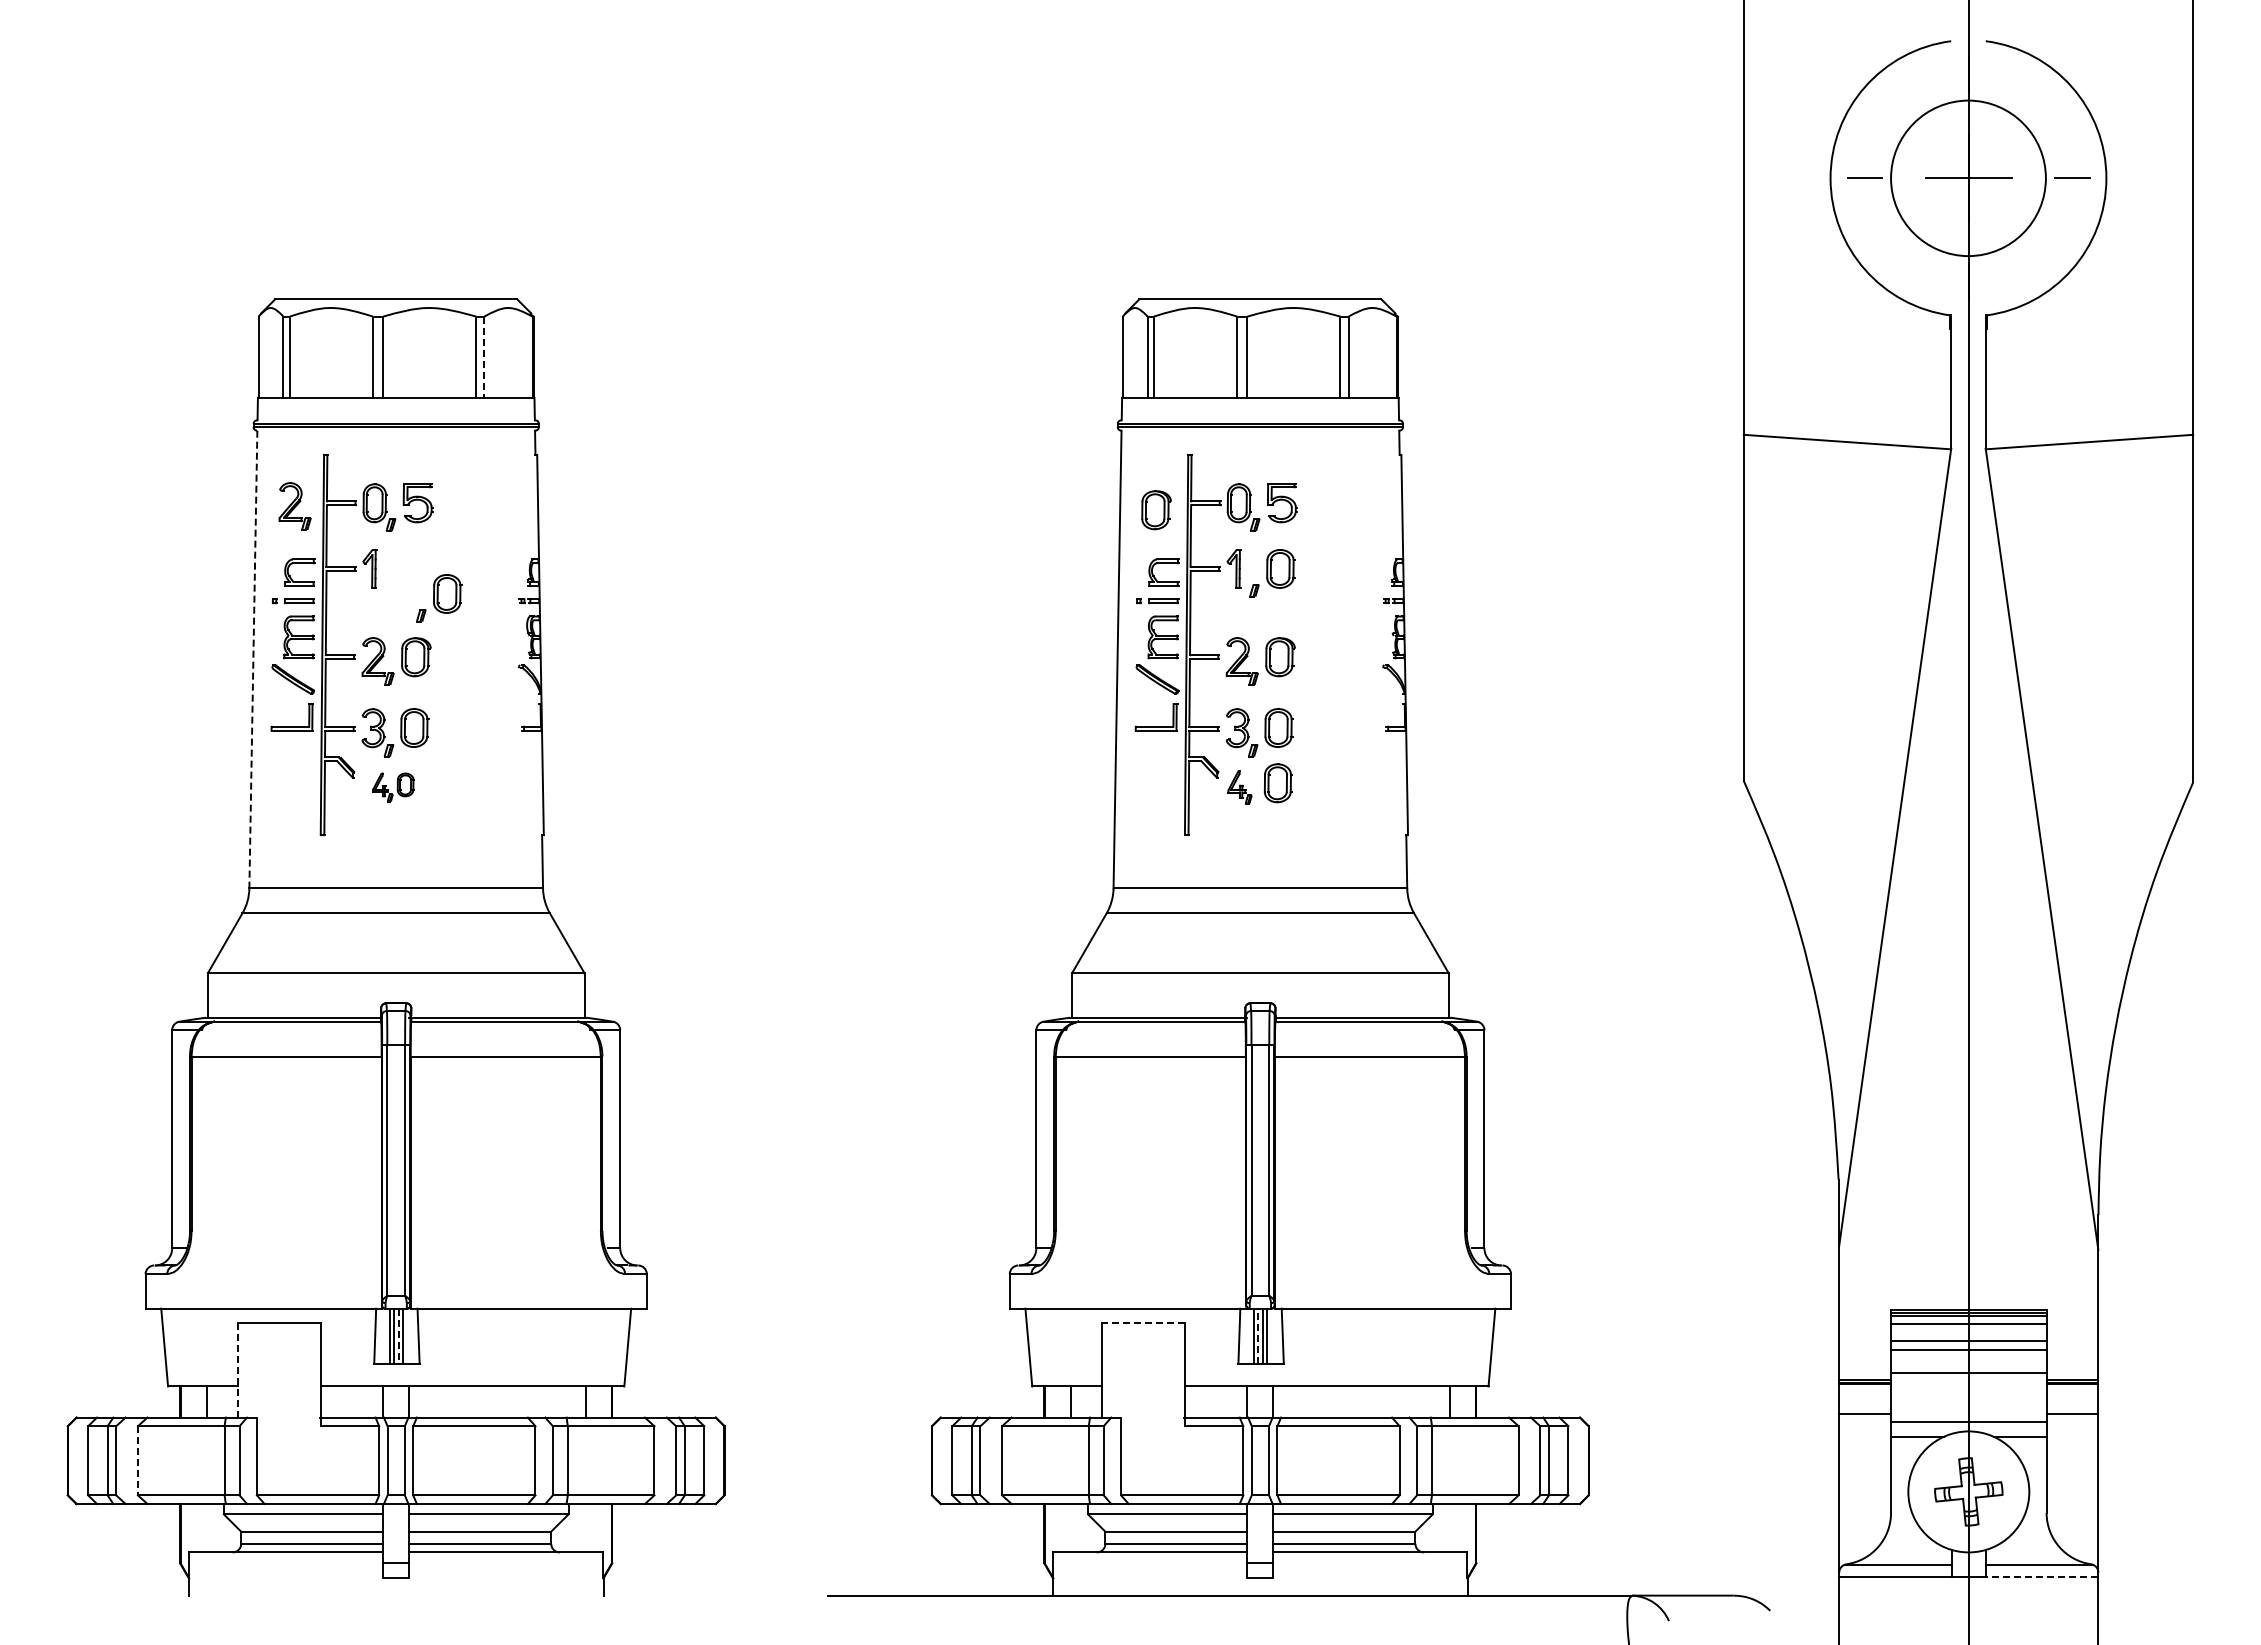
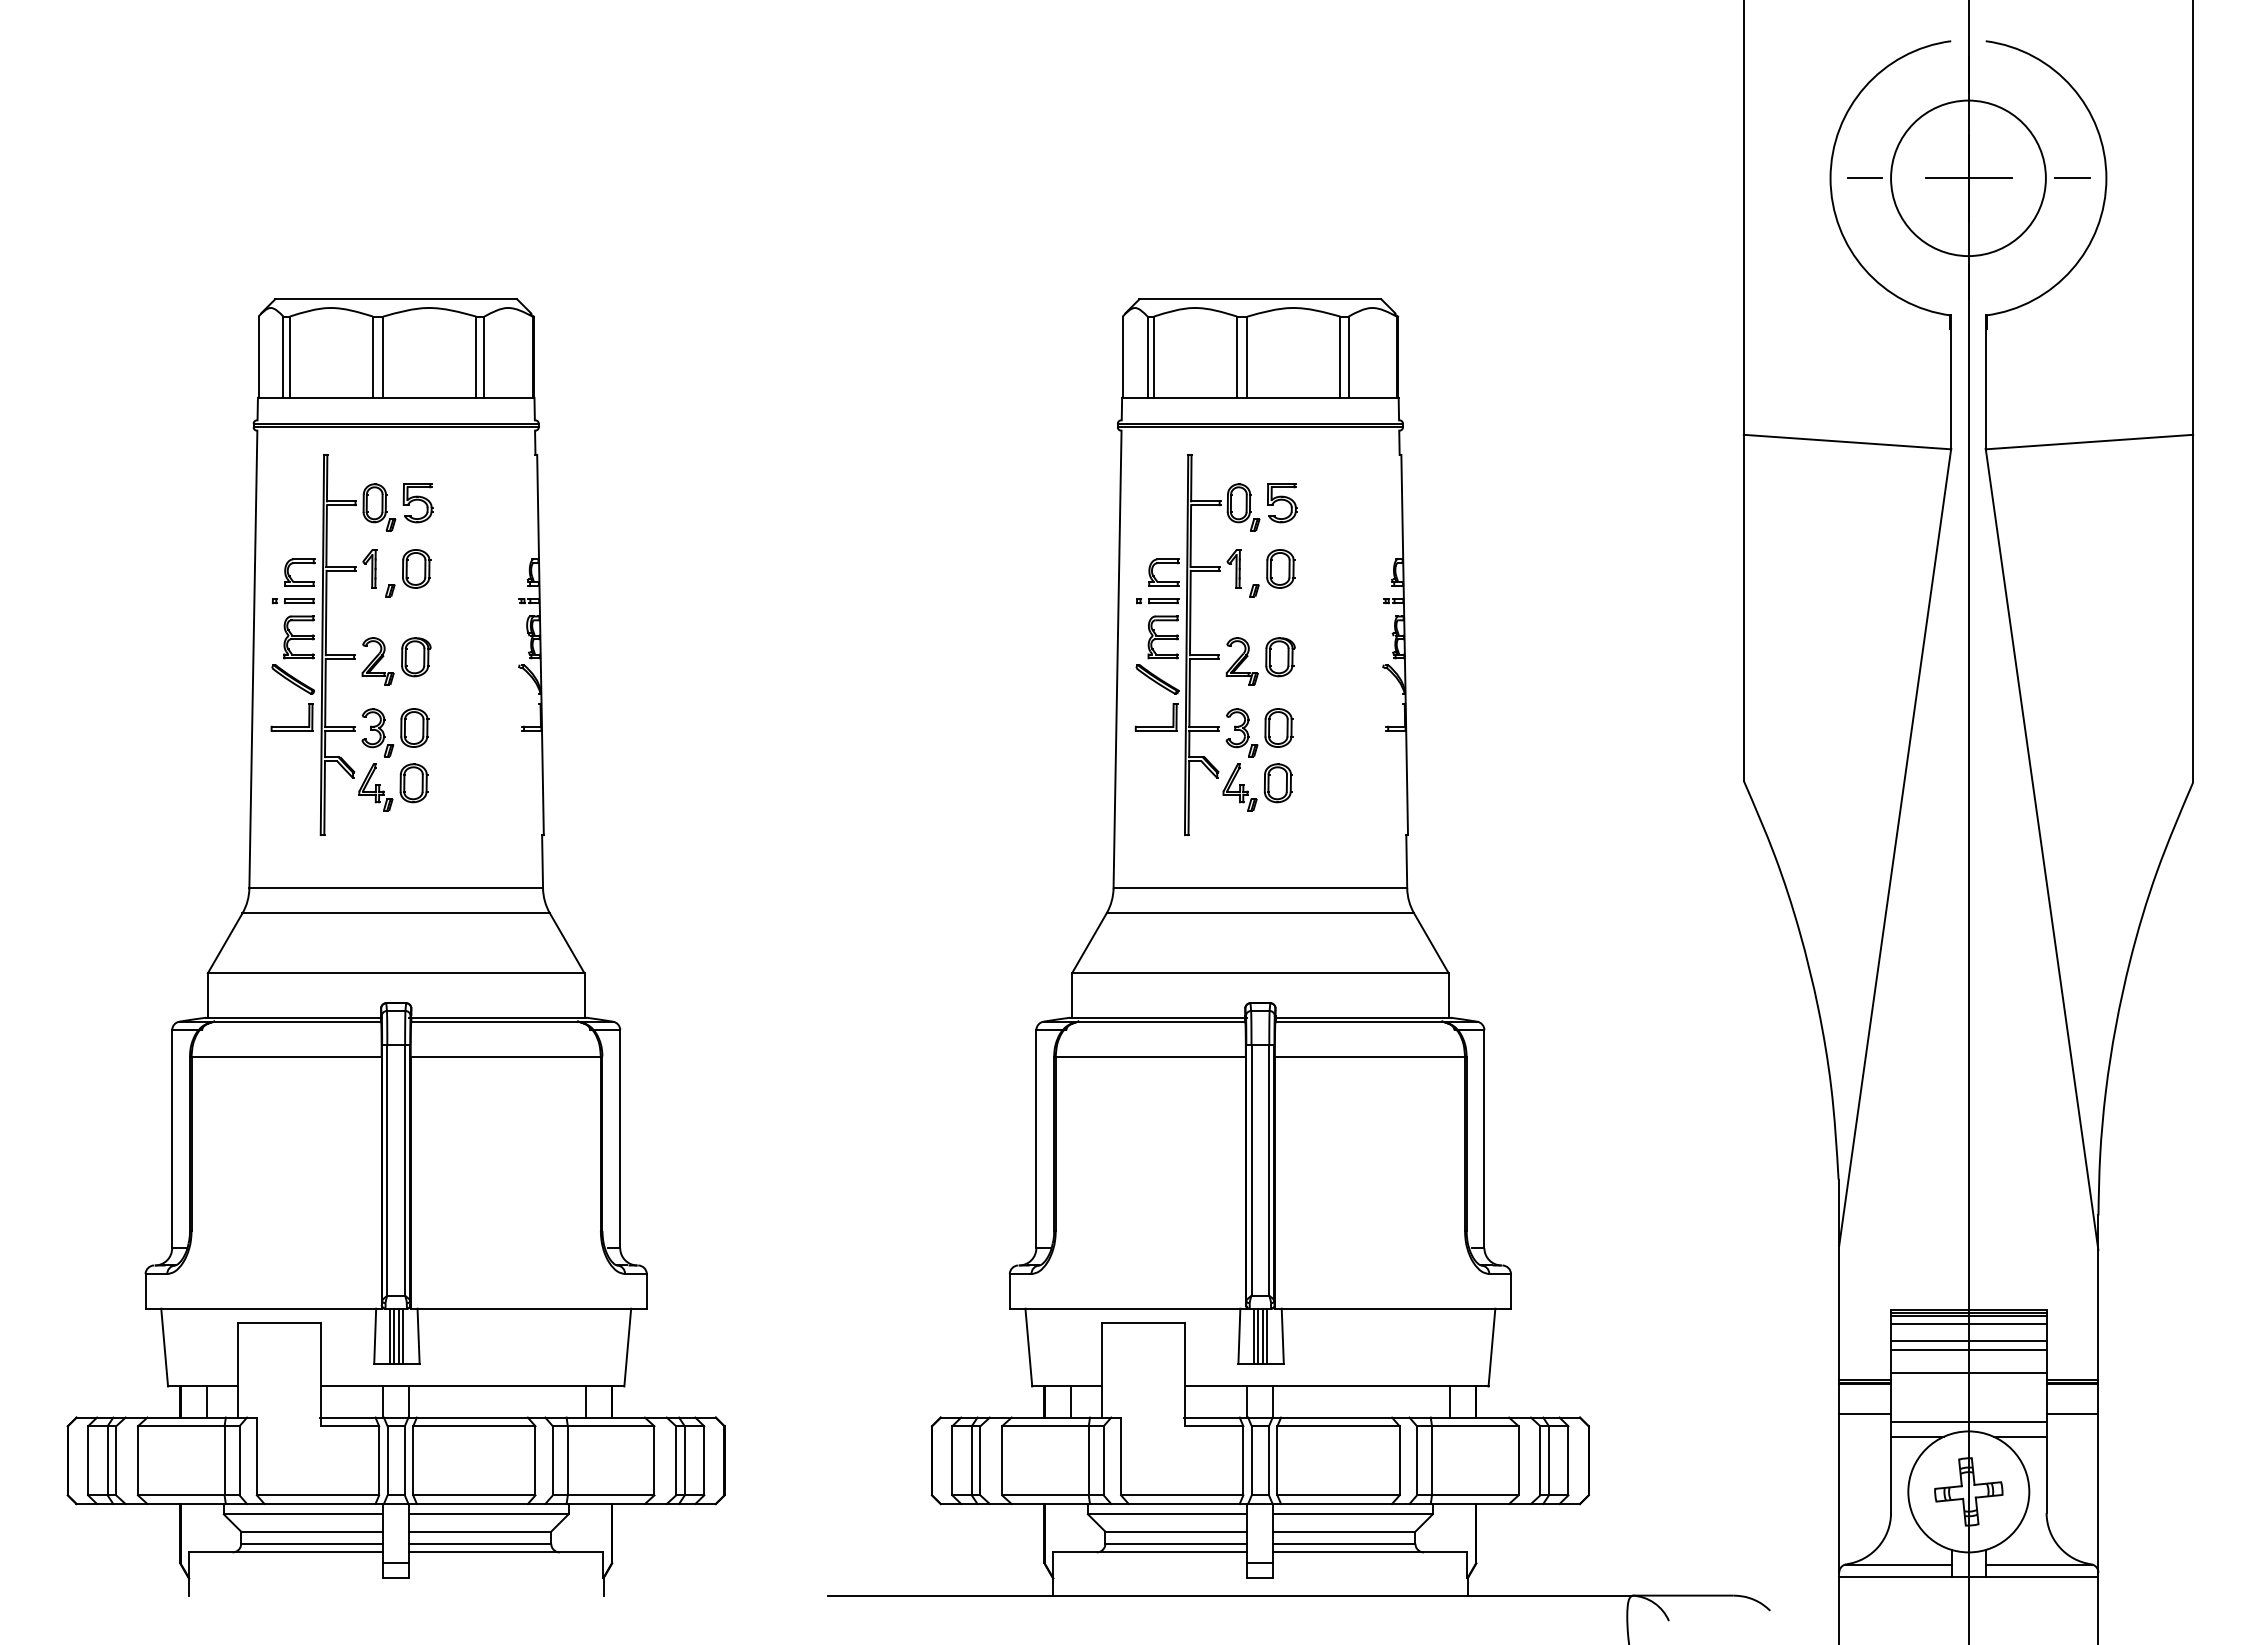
line at (484, 357): dashed -> solid
part at (294, 506): present -> none
part at (1156, 510): present -> none
part at (439, 598) position: (439, 598) -> (408, 573)
line at (253, 659): dashed -> solid
part at (393, 787) size: 43x31 px -> 71x49 px
part at (1239, 787) size: 26x35 px -> 36x49 px
line at (1143, 1322): dashed -> solid
line at (398, 1336): dashed -> solid
line at (1258, 1336): dashed -> solid
line at (238, 1370): dashed -> solid
line at (137, 1460): dashed -> solid
line at (2041, 1576): dashed -> solid
